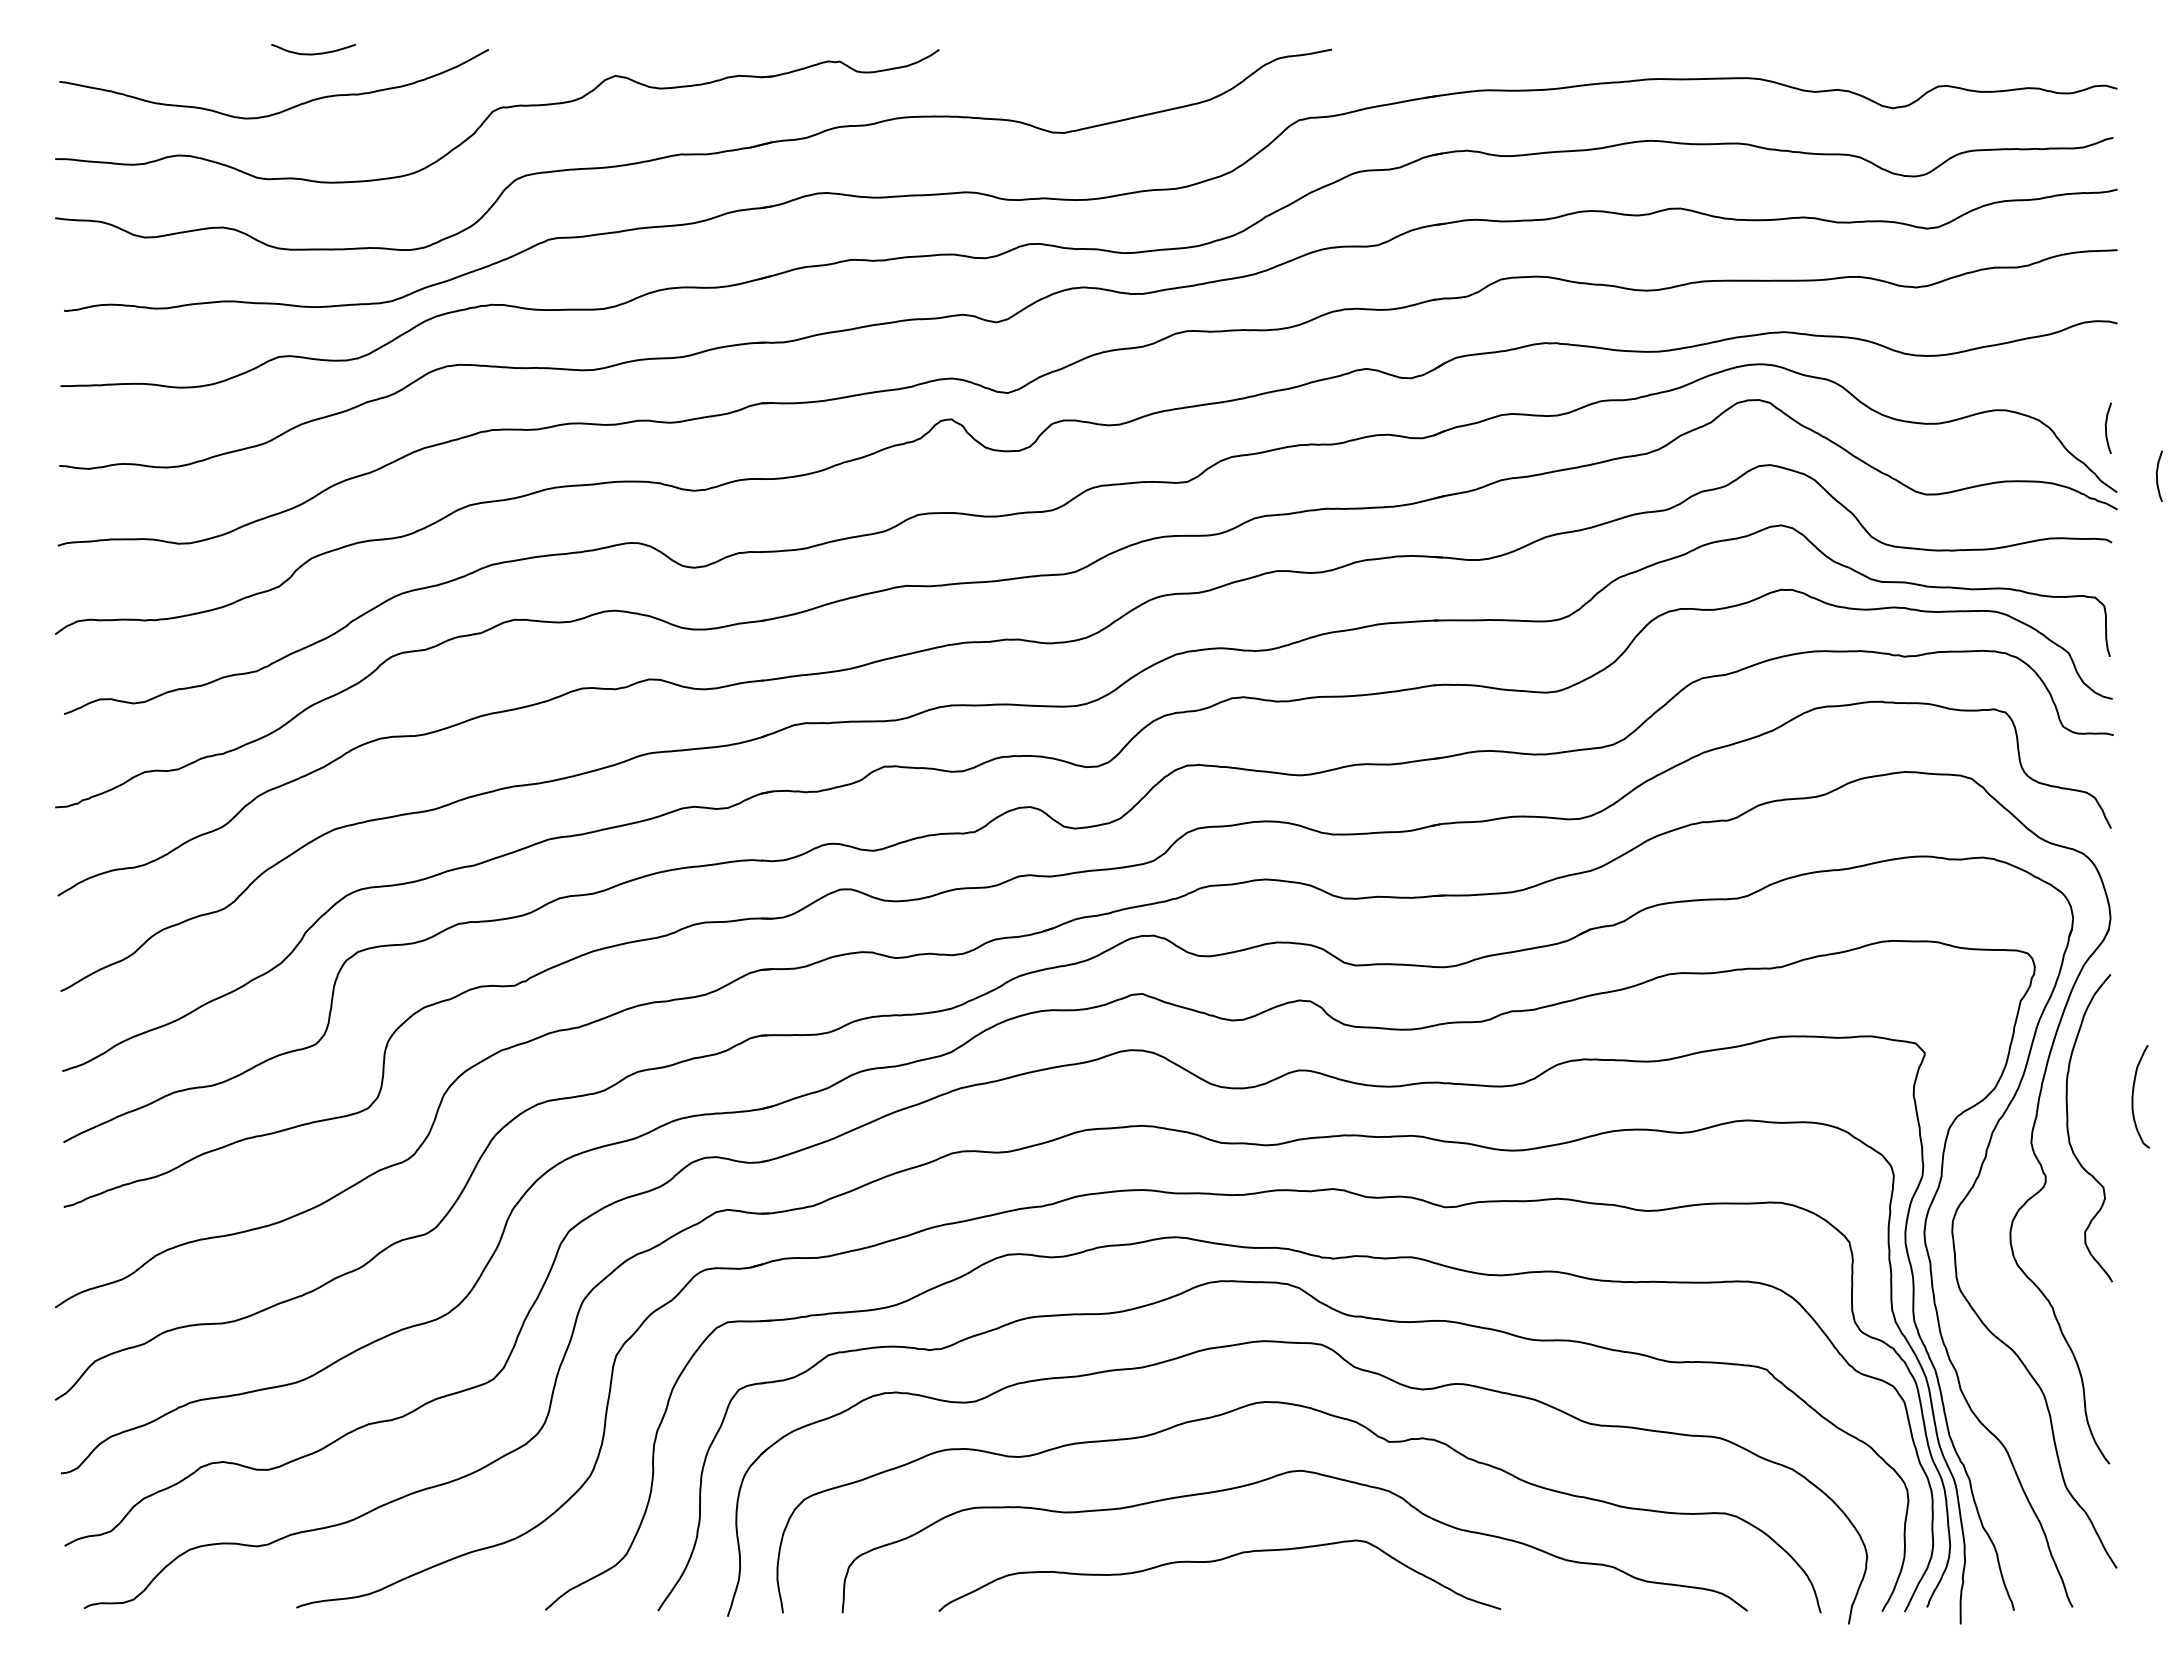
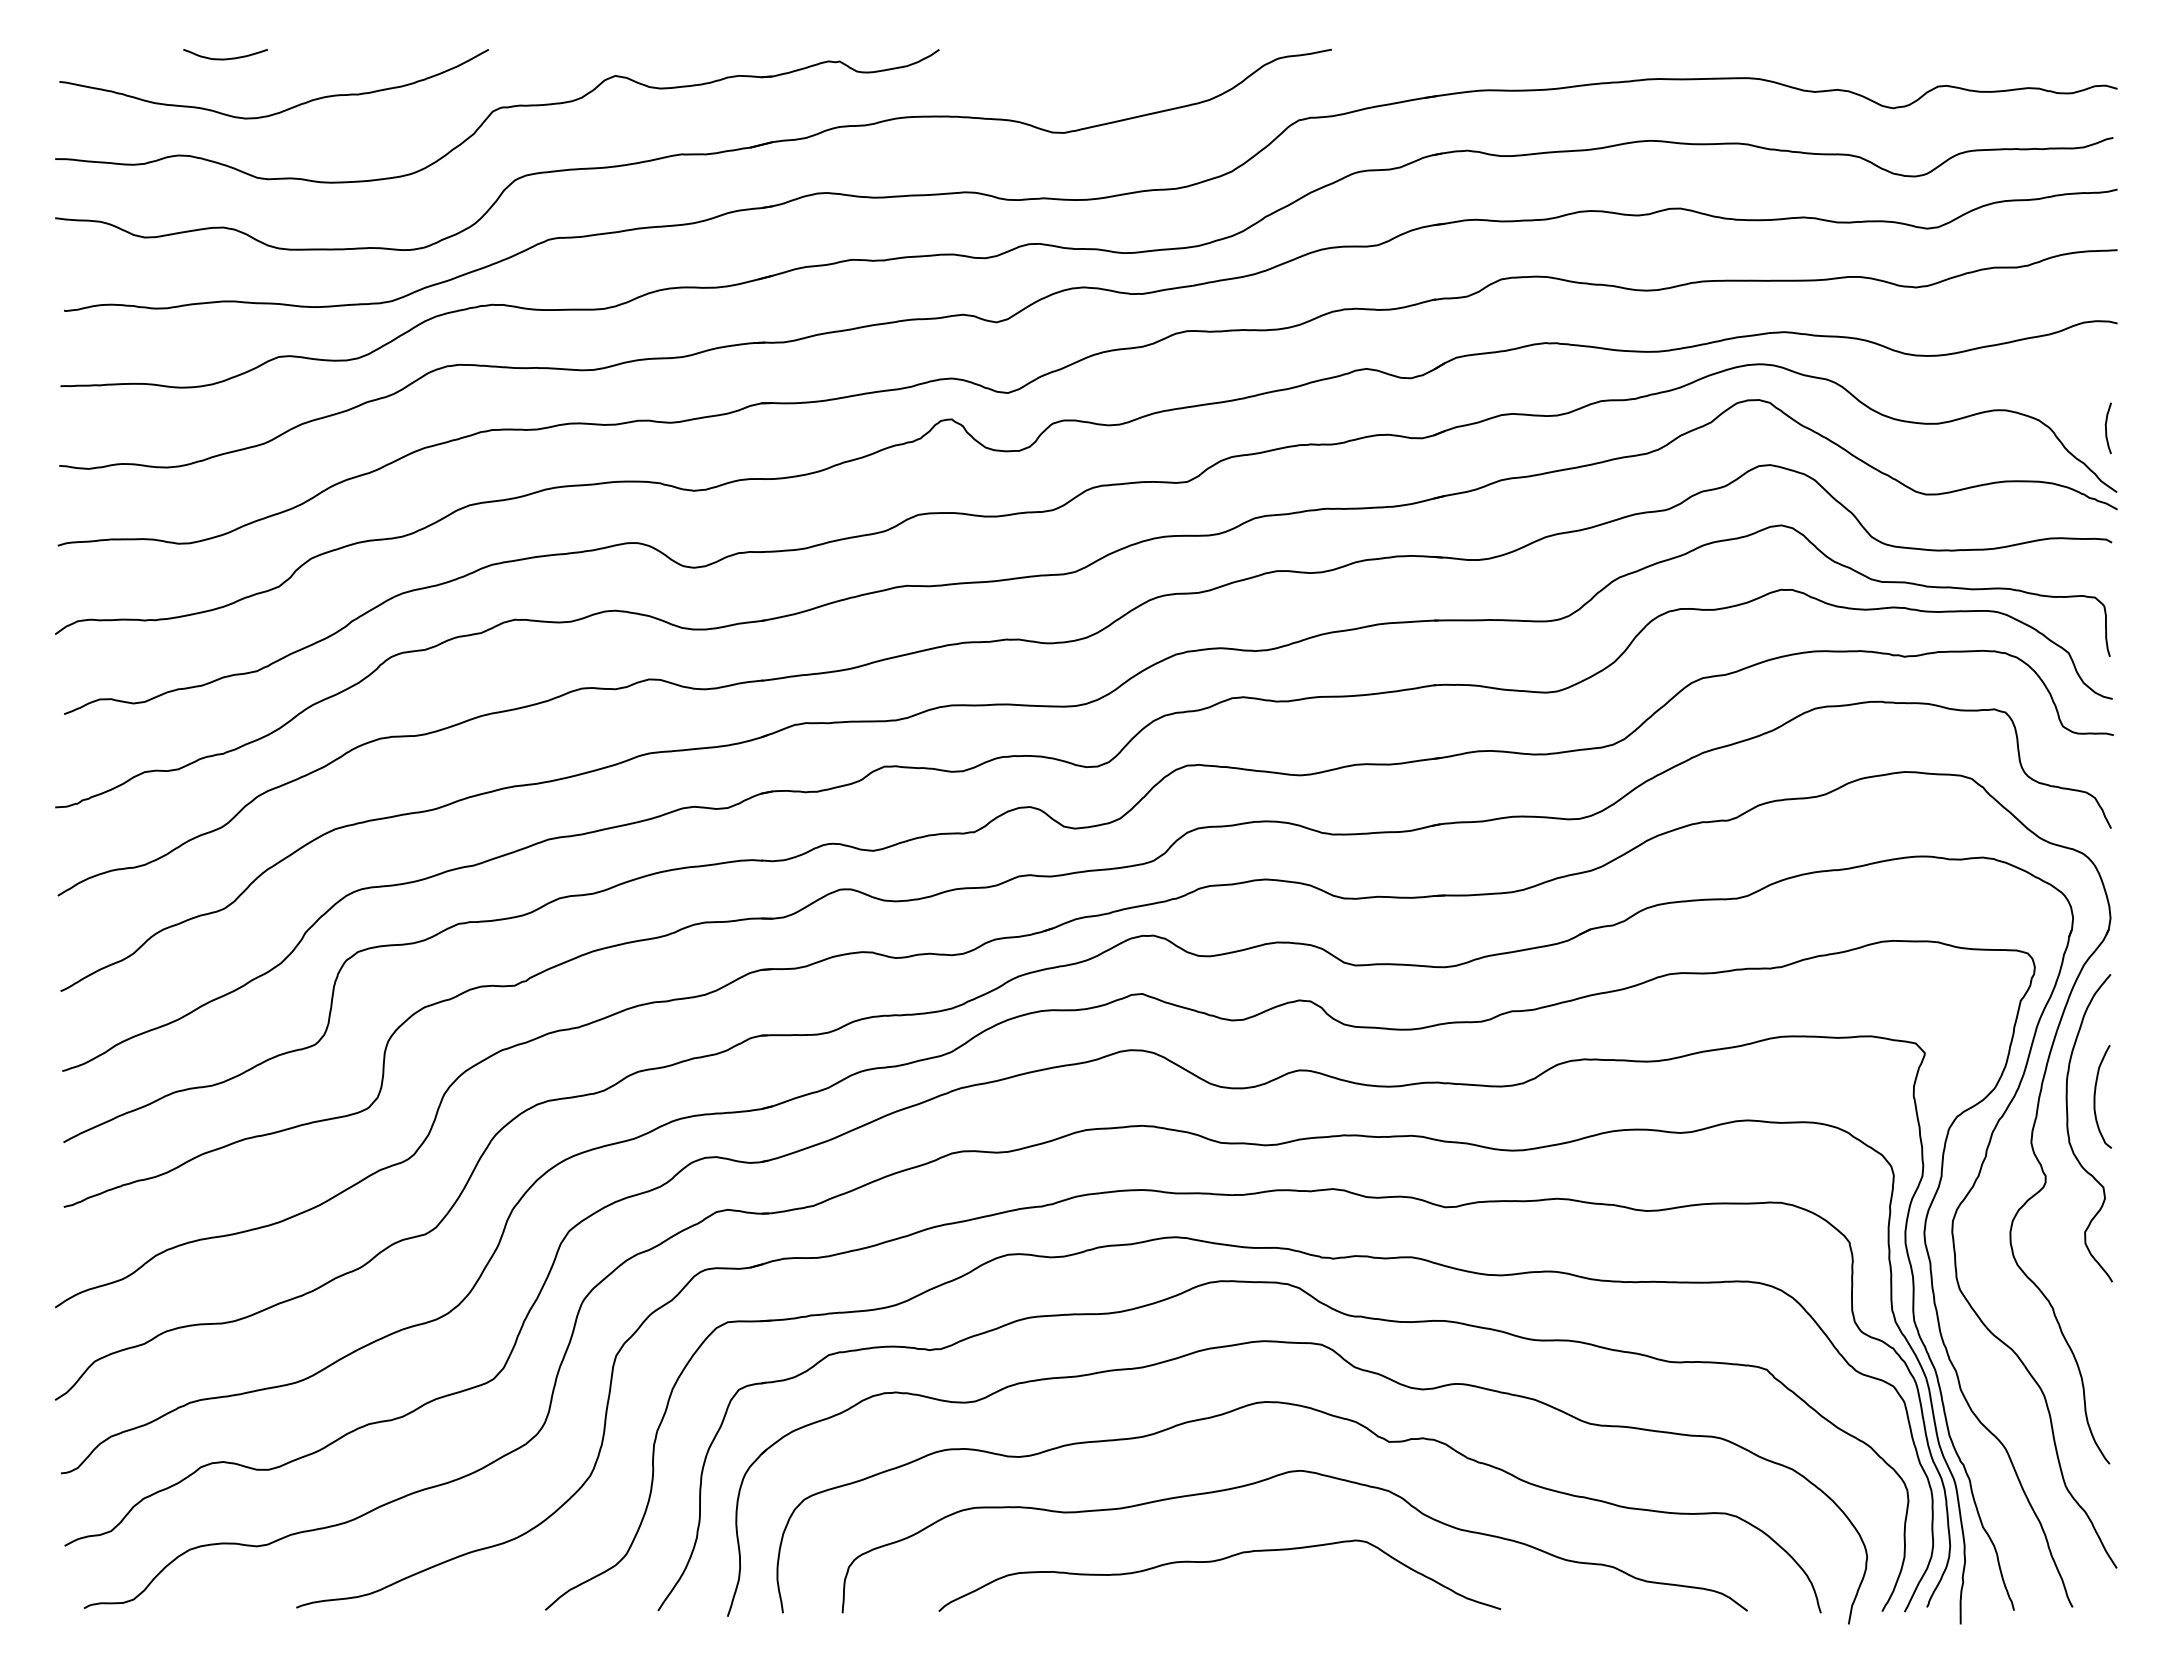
curve at (313, 53) position: (313, 53) -> (225, 58)
curve at (2157, 475): present -> none
curve at (2133, 1096) position: (2133, 1096) -> (2095, 1096)
